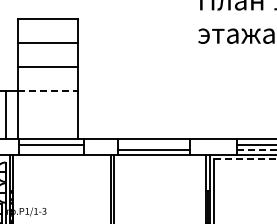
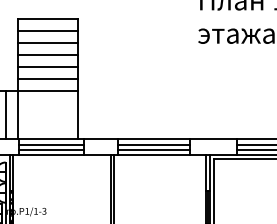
line at (47, 31): none -> present
line at (47, 55): none -> present
line at (47, 79): none -> present
line at (48, 91): dashed -> solid
line at (154, 144): none -> present
line at (51, 149): none -> present
line at (257, 149): dashed -> solid
line at (245, 159): dashed -> solid
